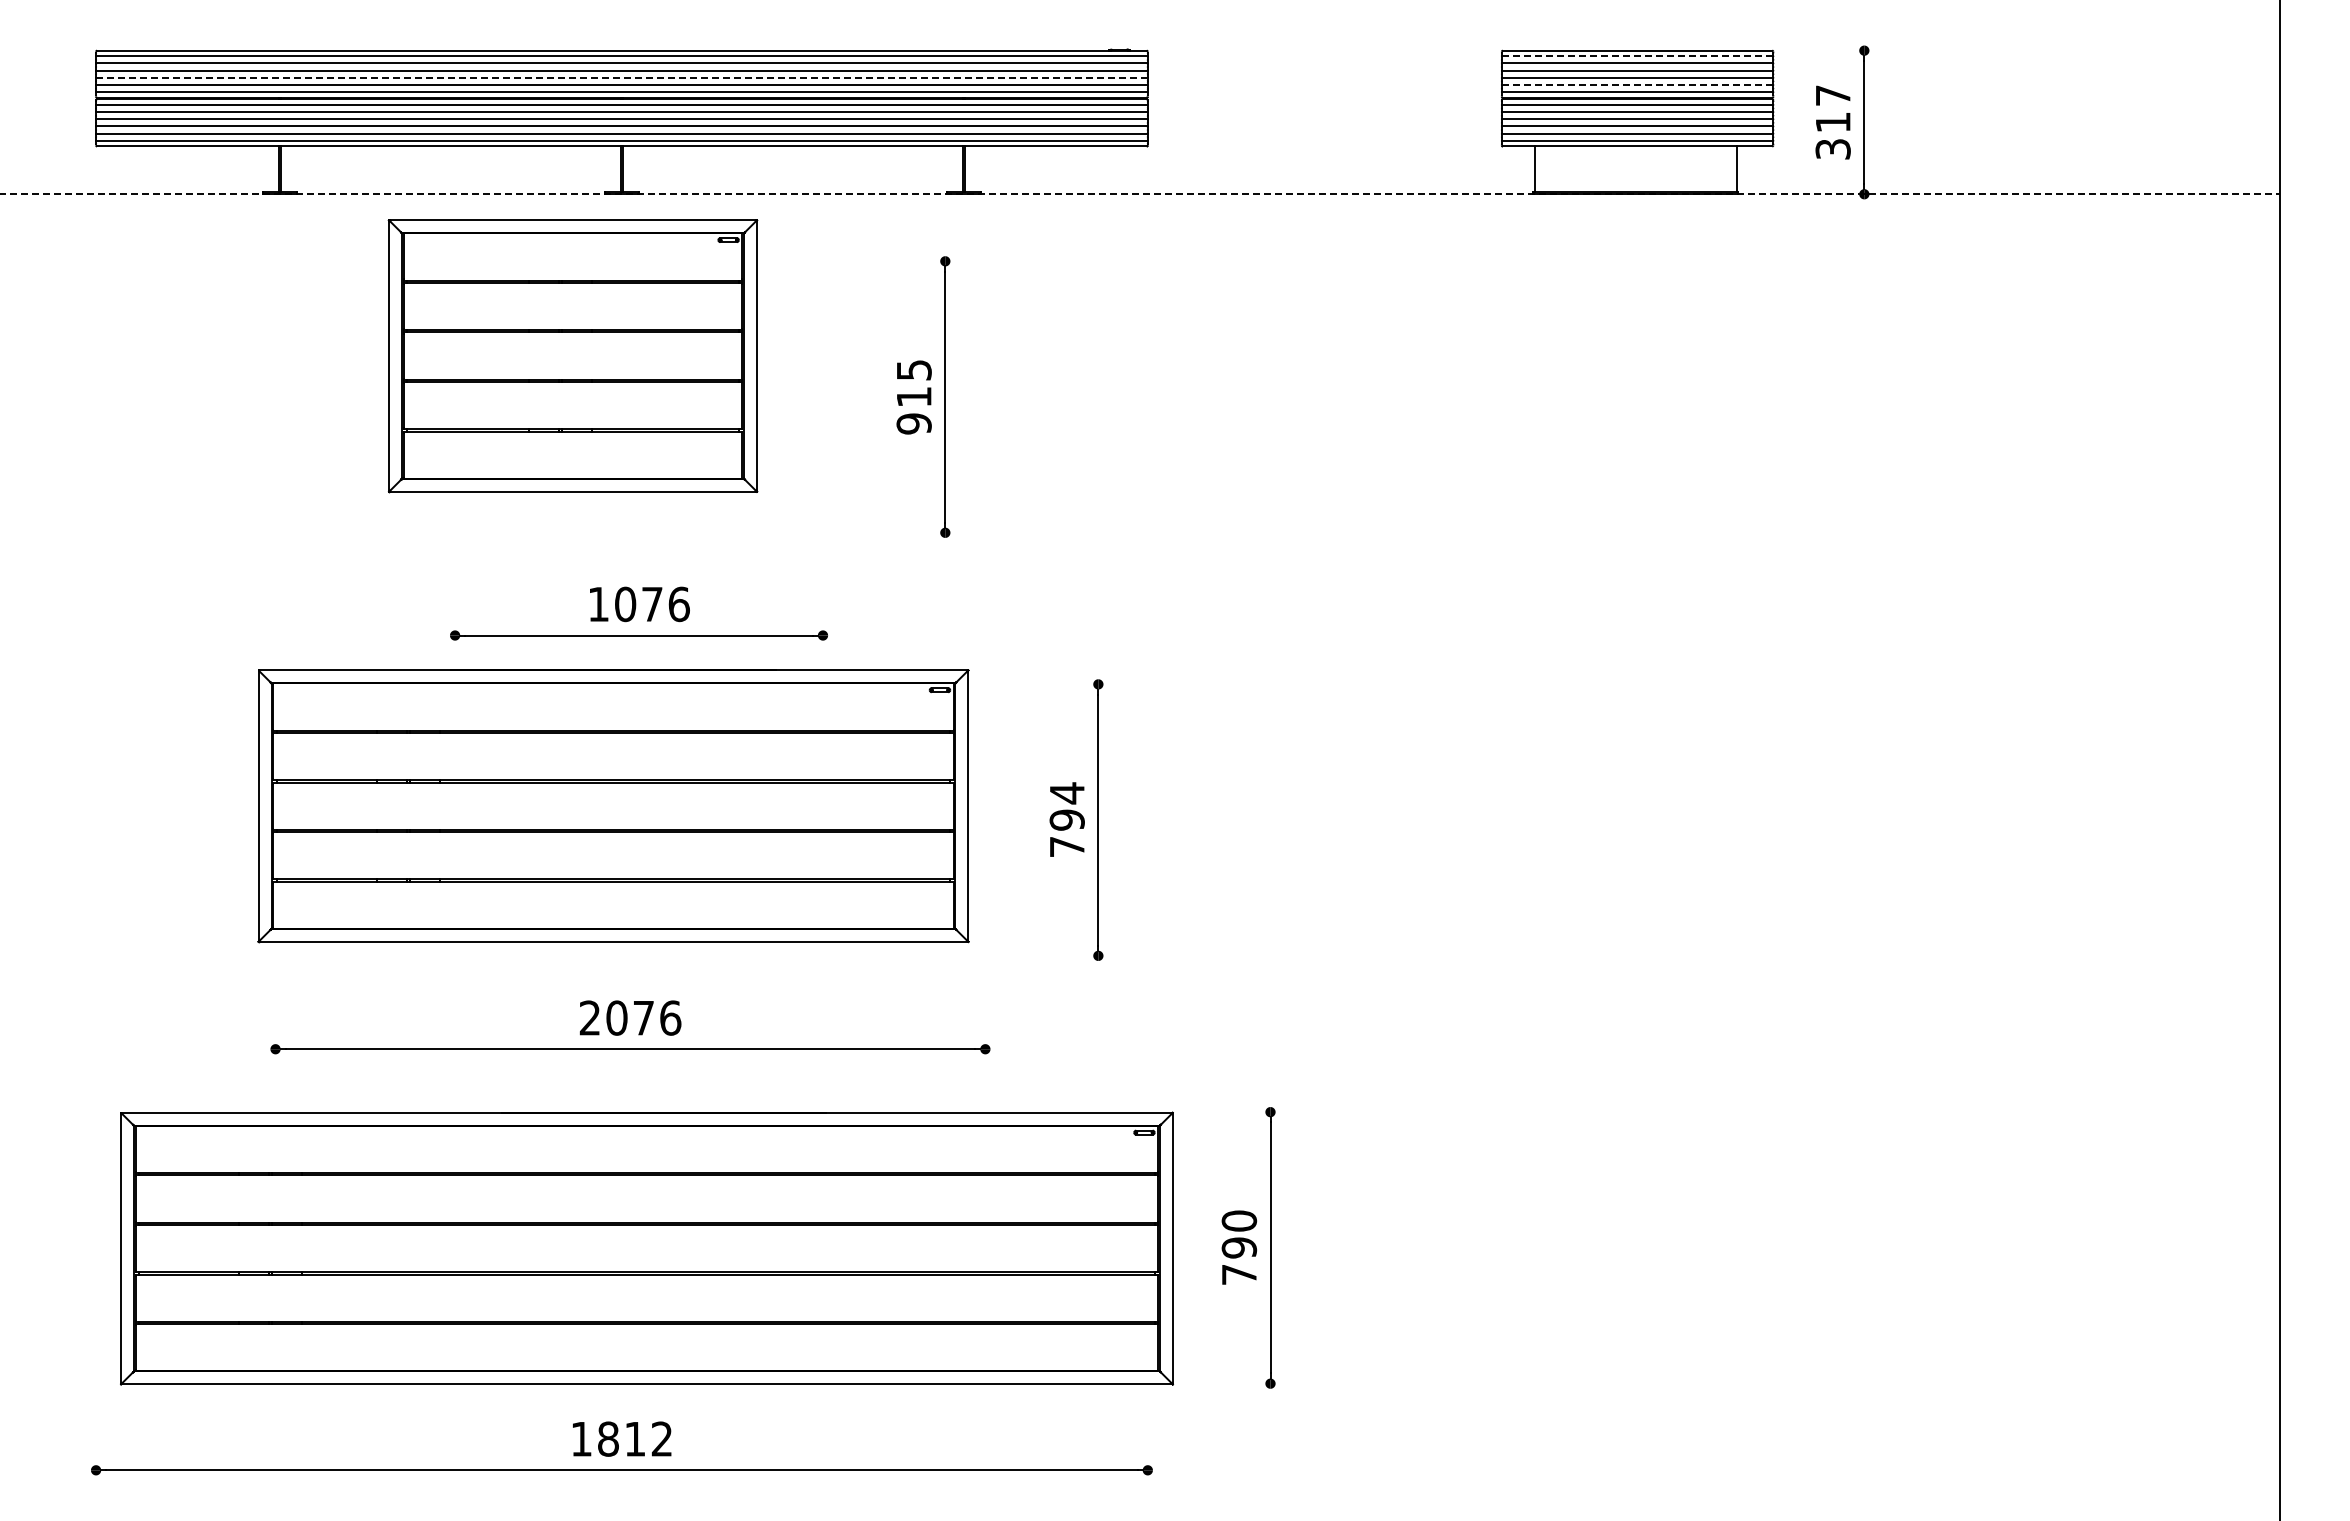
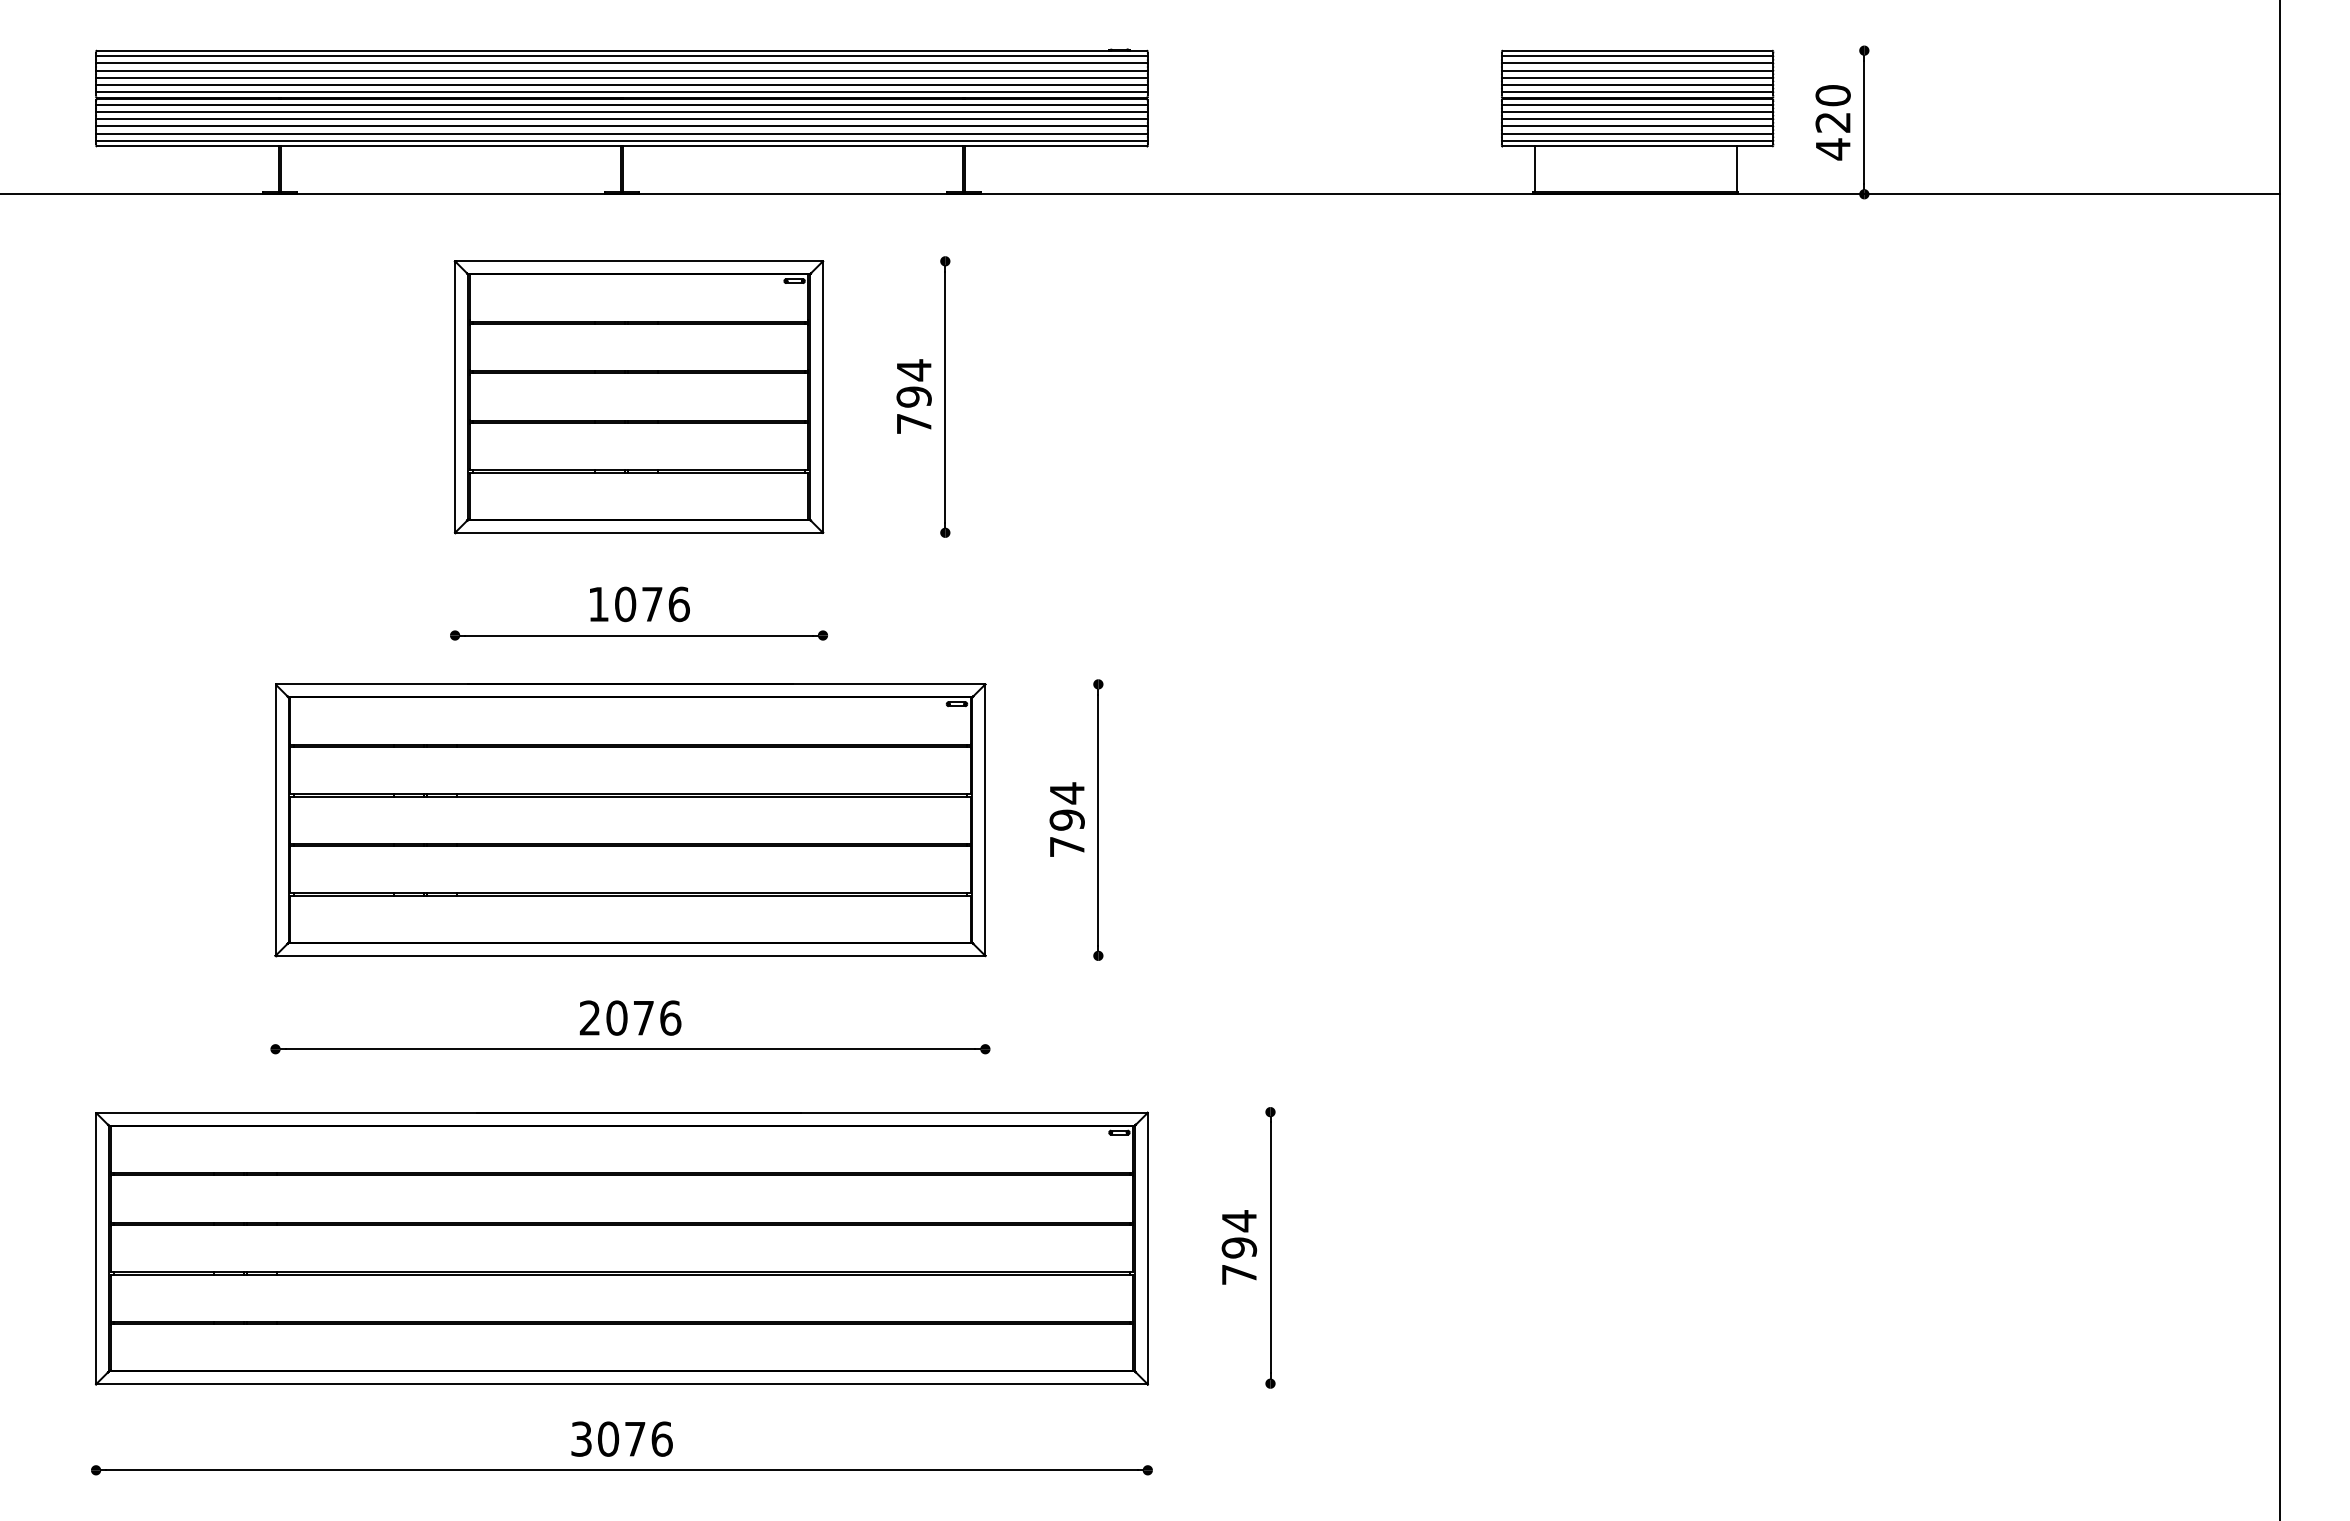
line at (1637, 56): dashed -> solid
line at (621, 77): dashed -> solid
line at (1637, 85): dashed -> solid
text at (1832, 122): 317 -> 420
line at (1140, 194): dashed -> solid
part at (572, 356) position: (572, 356) -> (638, 397)
text at (913, 396): 915 -> 794
part at (613, 806) position: (613, 806) -> (630, 820)
text at (1239, 1221): 790 -> 794
part at (646, 1248) position: (646, 1248) -> (621, 1248)
text at (621, 1438): 1812 -> 3076
